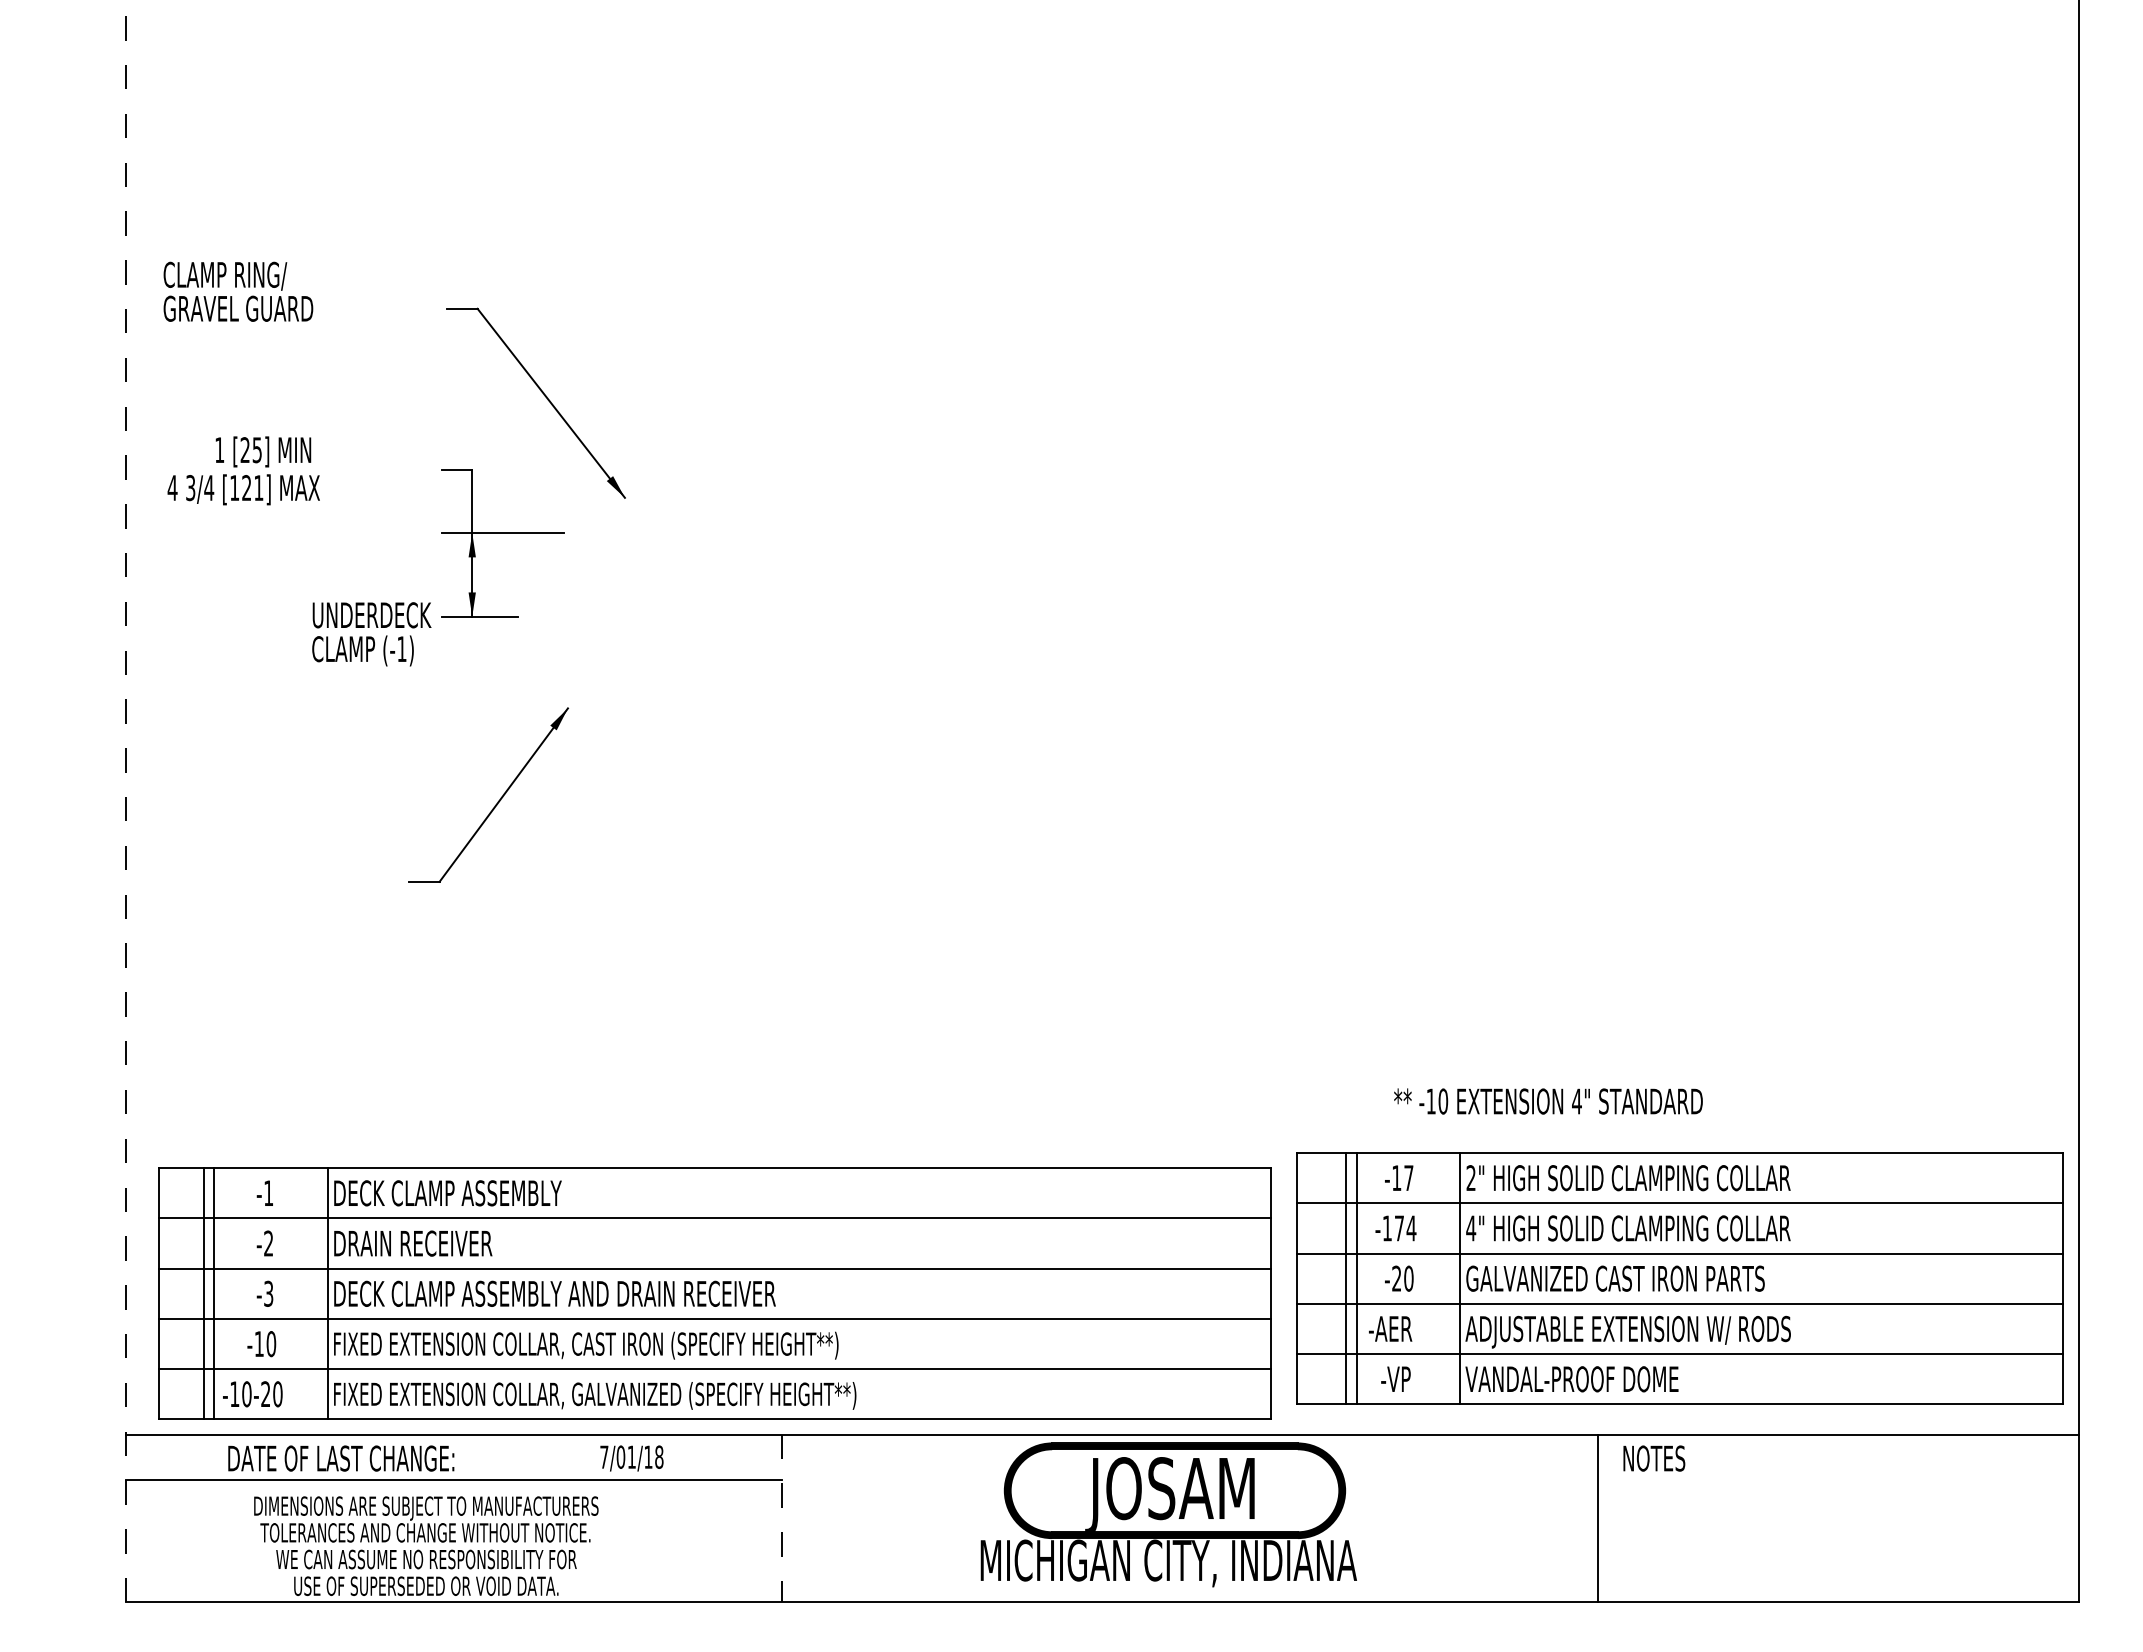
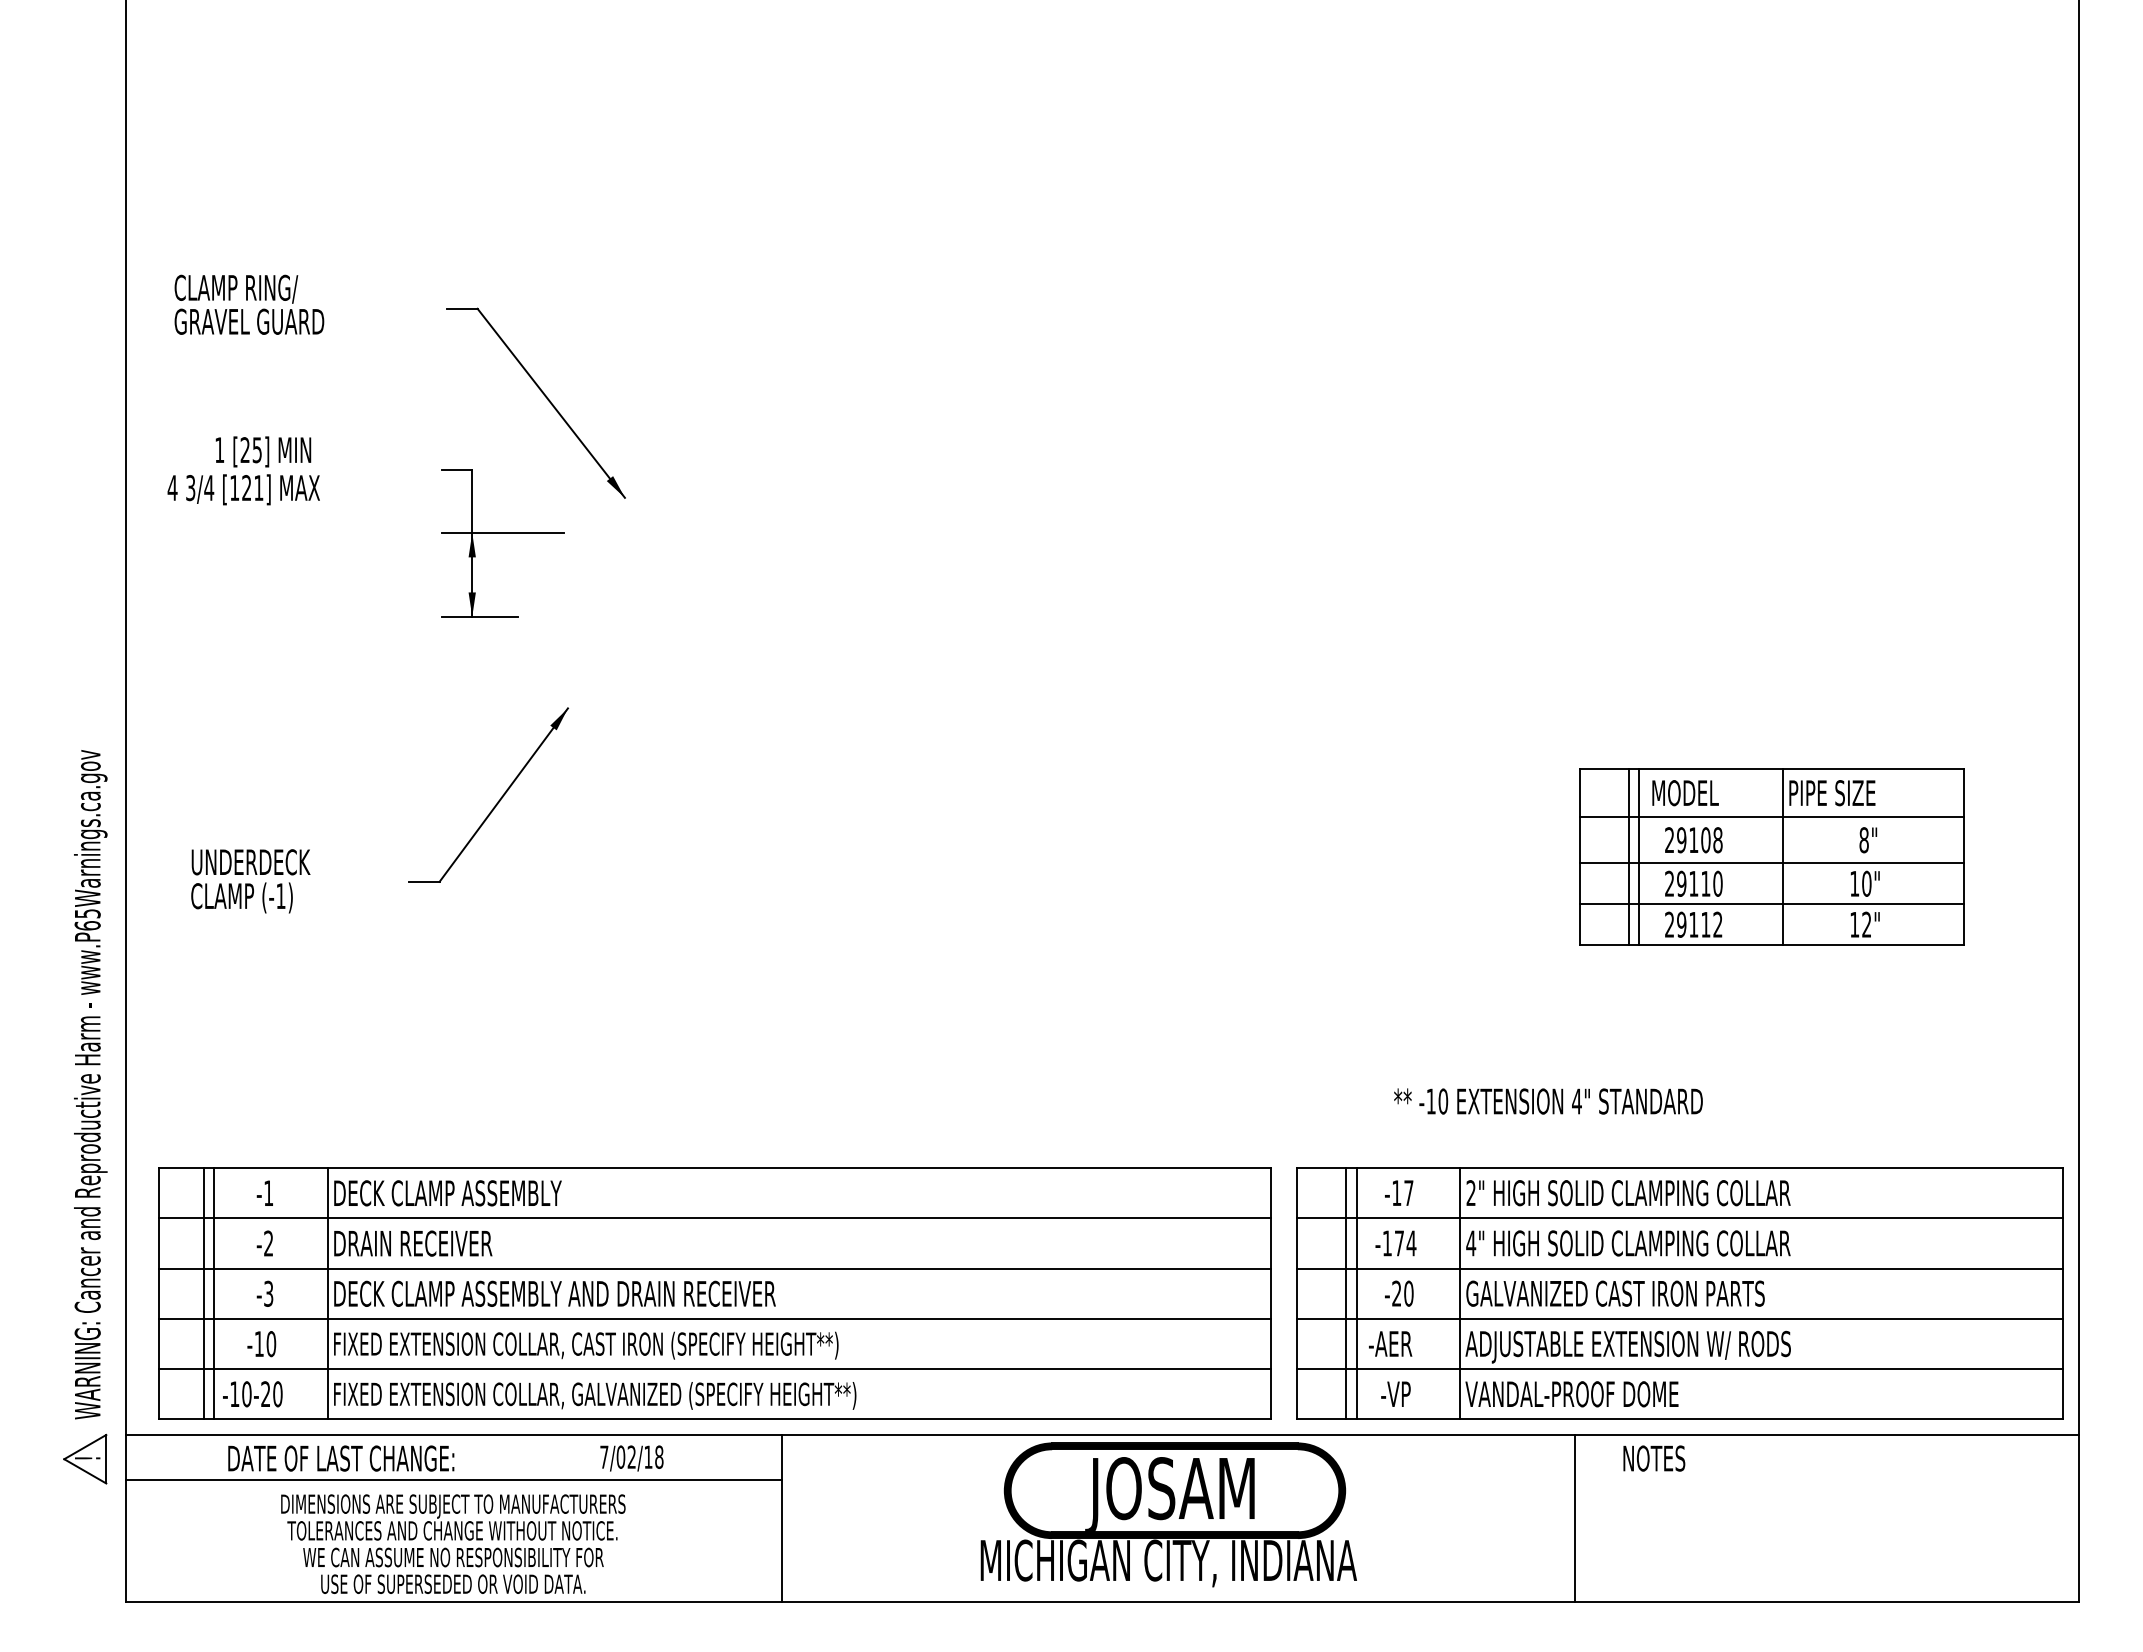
text at (238, 291) position: (238, 291) -> (249, 304)
text at (371, 634) position: (371, 634) -> (250, 881)
line at (126, 801): dashed -> solid
part at (1771, 856): none -> present
part at (85, 1117): none -> present
part at (1679, 1278) position: (1679, 1278) -> (1679, 1293)
text at (631, 1456): 7/01/18 -> 7/02/18
line at (782, 1518): dashed -> solid
line at (1598, 1518) position: (1598, 1518) -> (1575, 1518)
text at (426, 1545) position: (426, 1545) -> (453, 1543)
